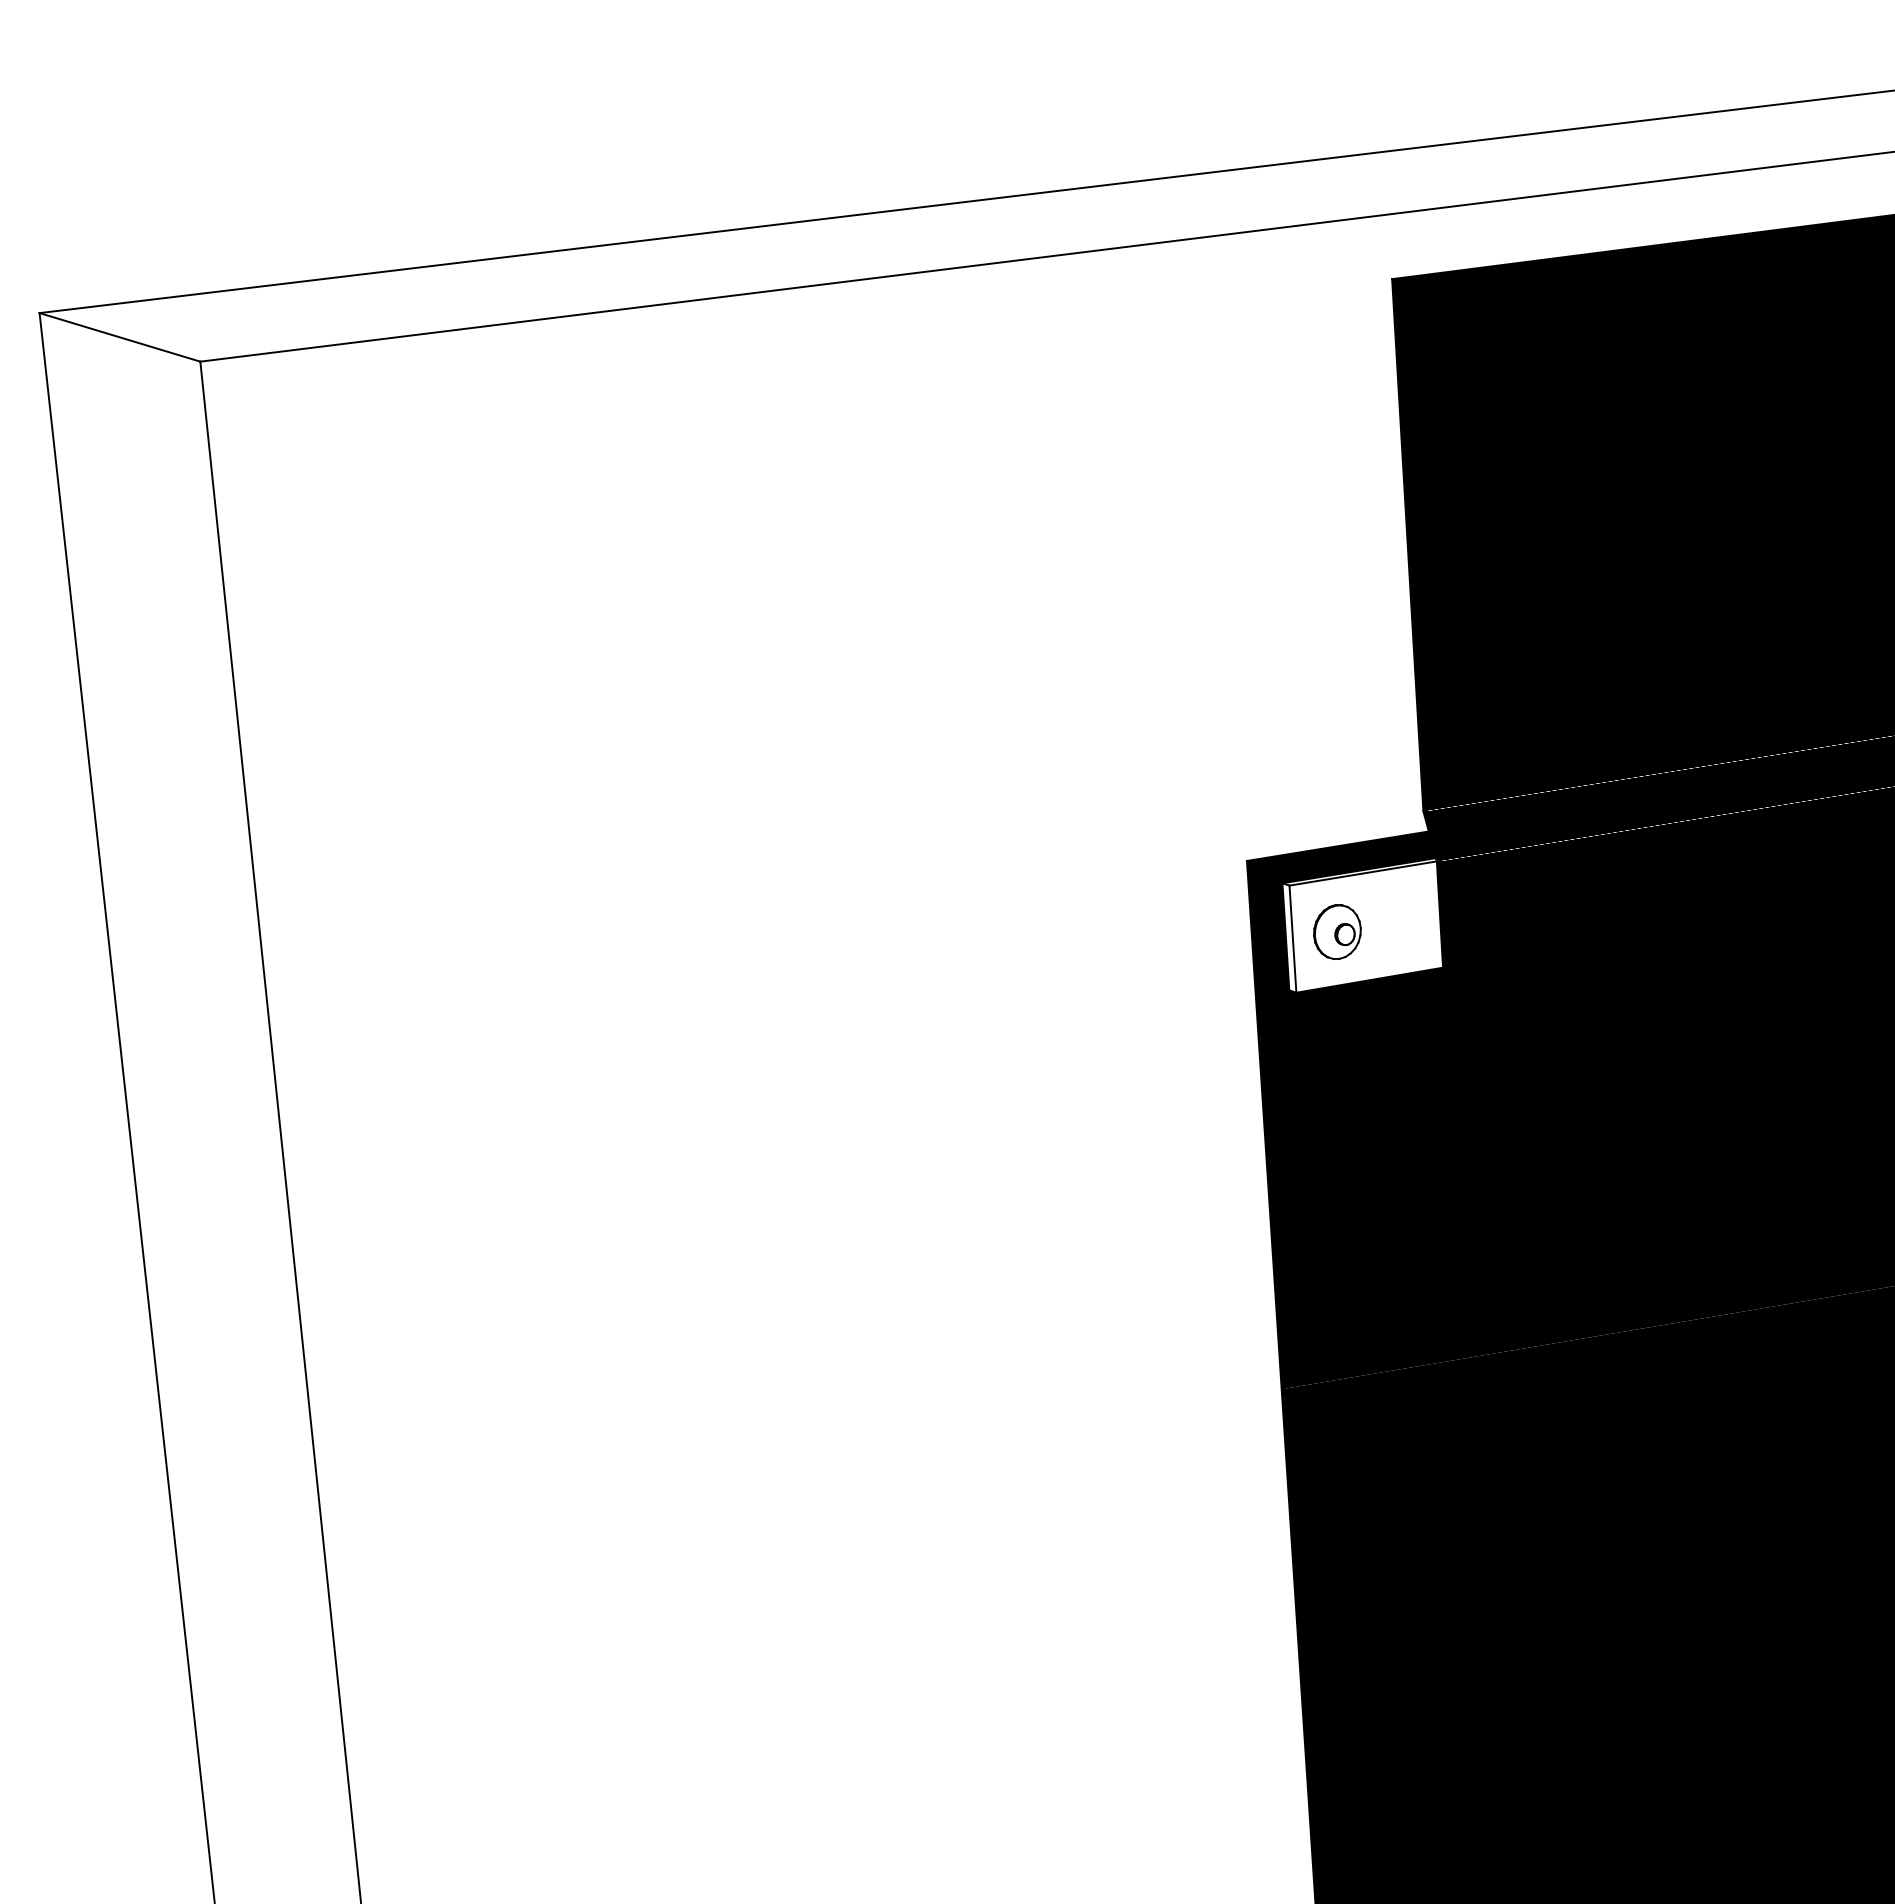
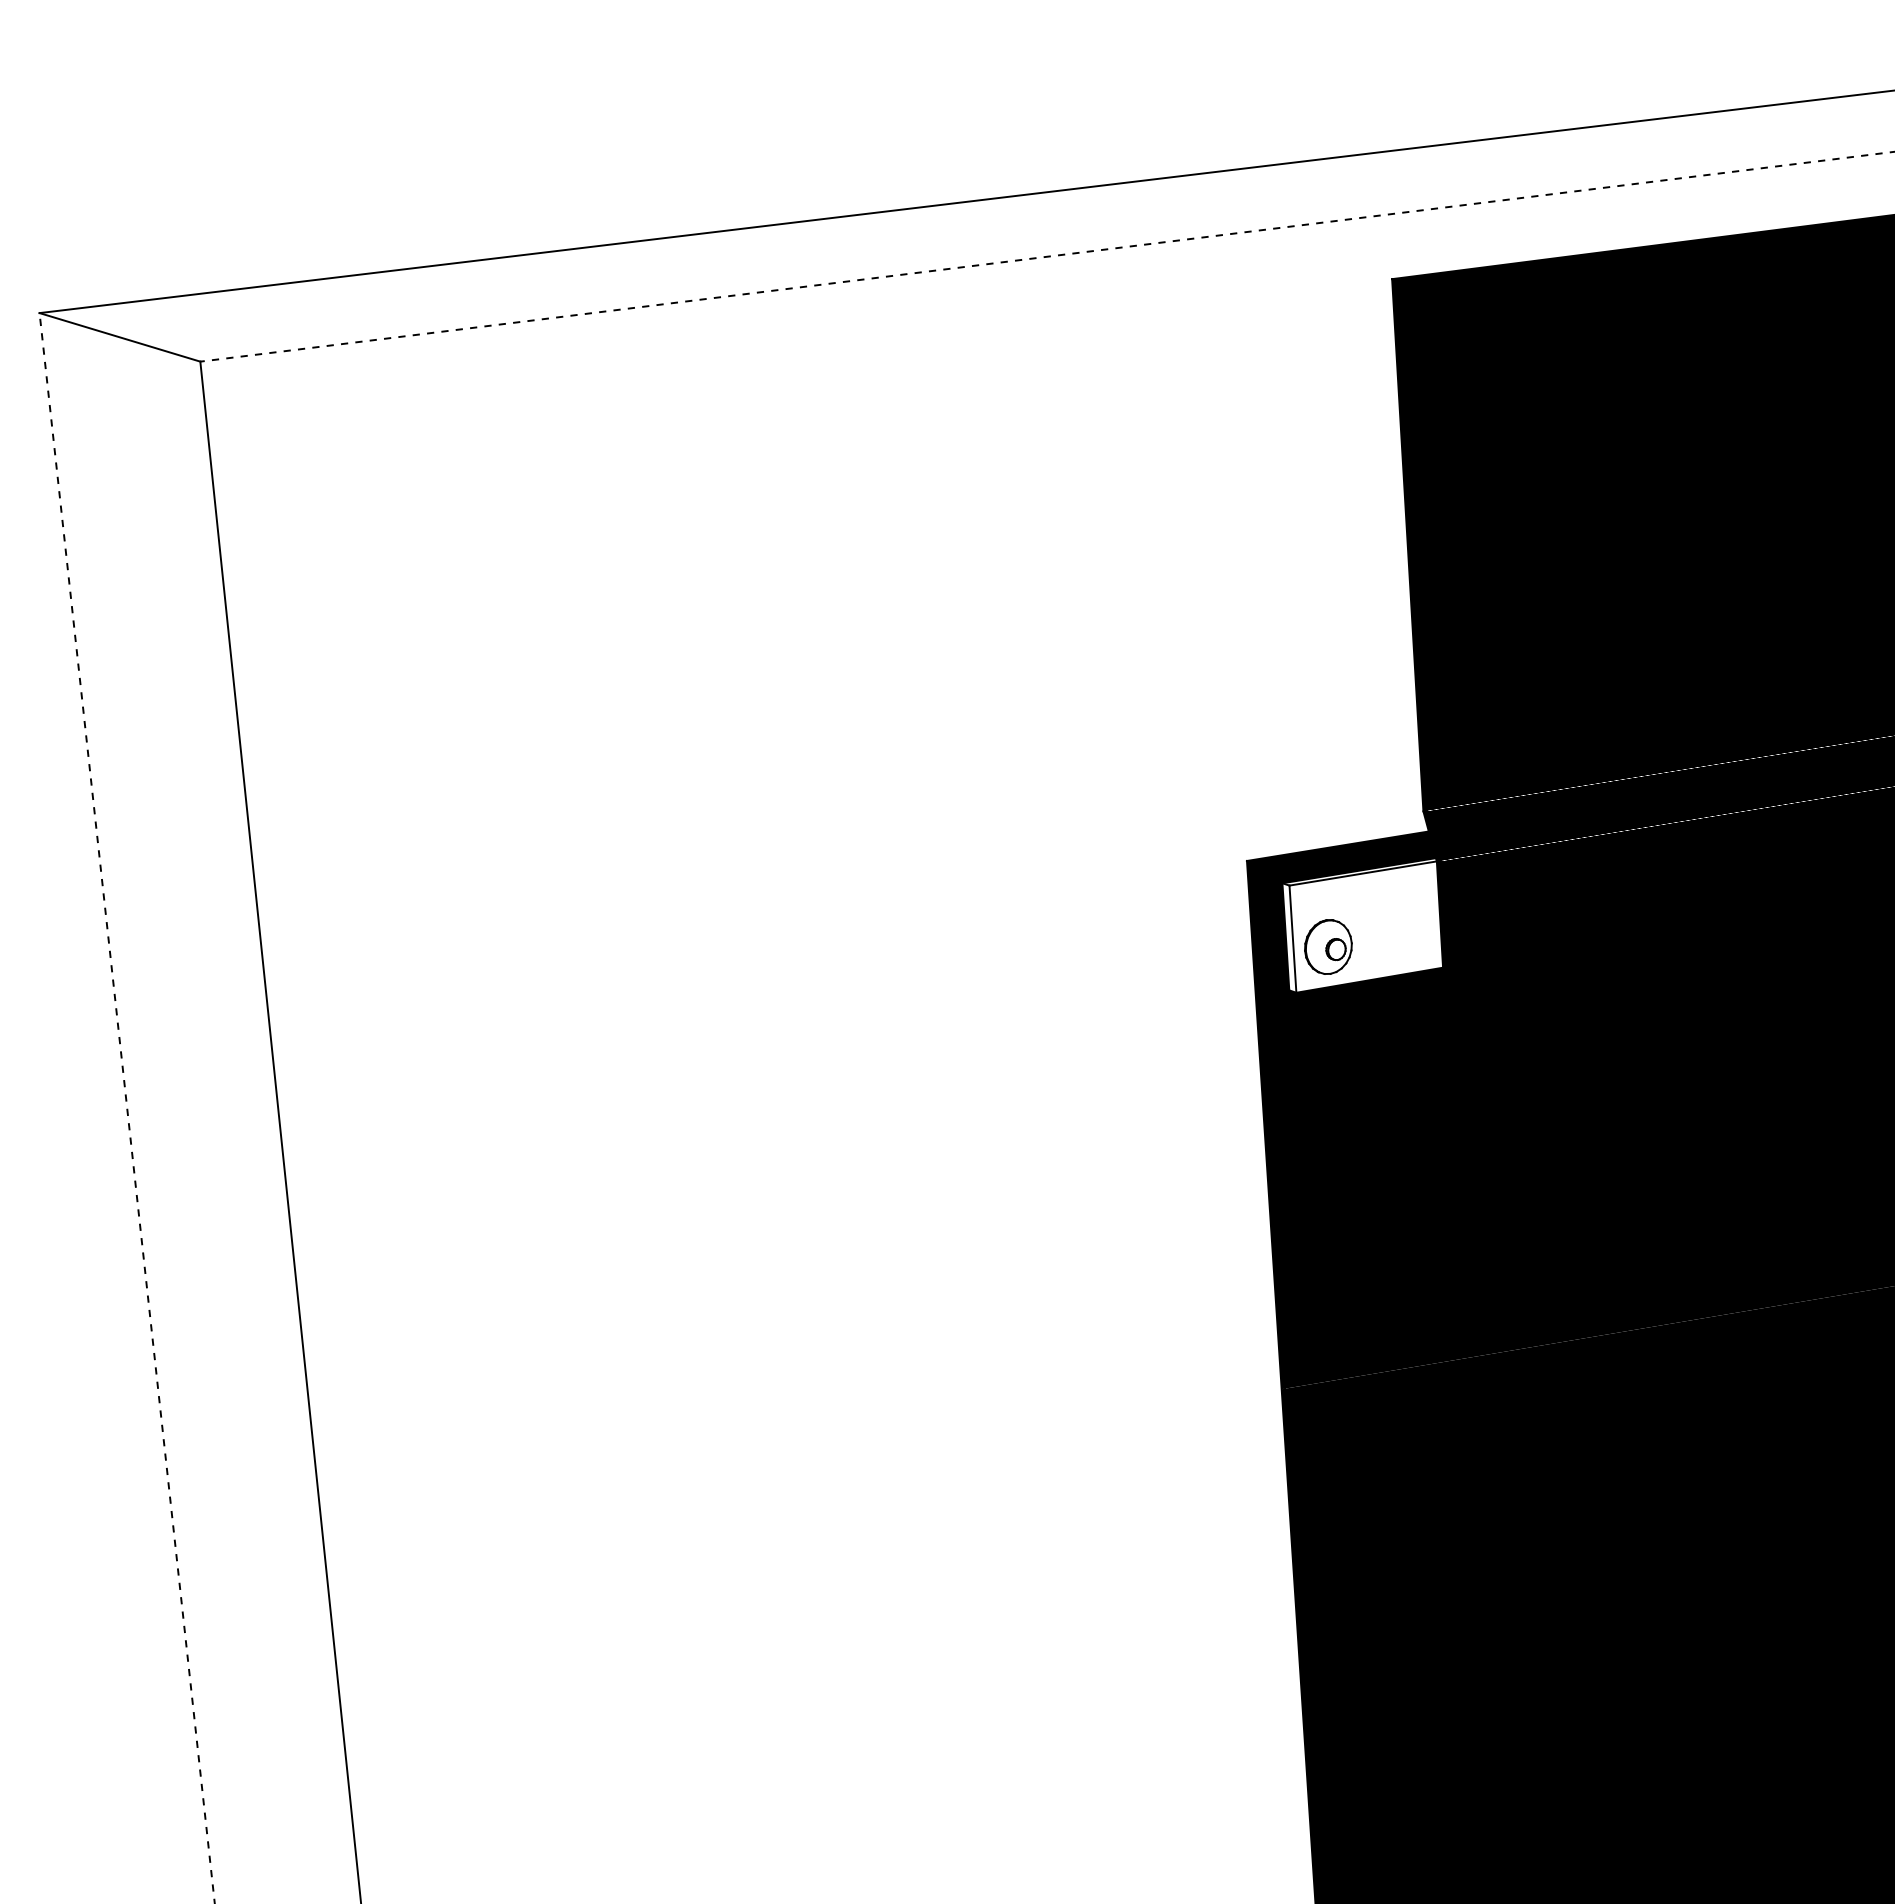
line at (1047, 256): solid -> dashed
part at (1337, 931) position: (1337, 931) -> (1328, 946)
line at (127, 1108): solid -> dashed
